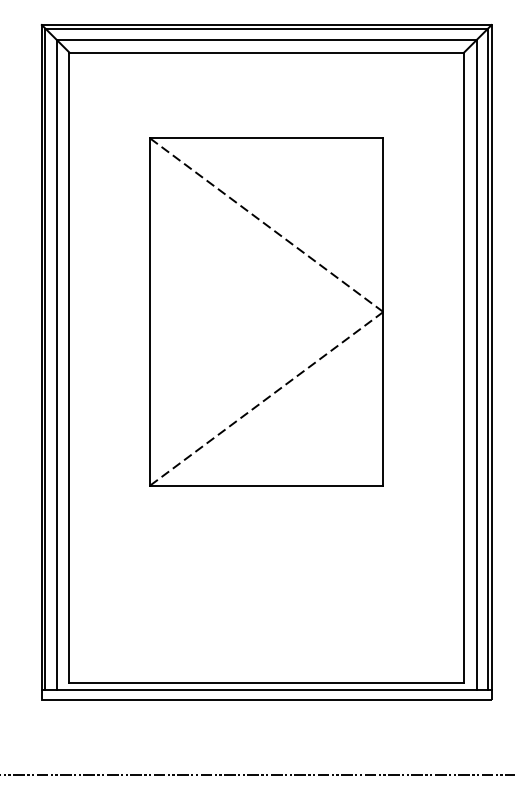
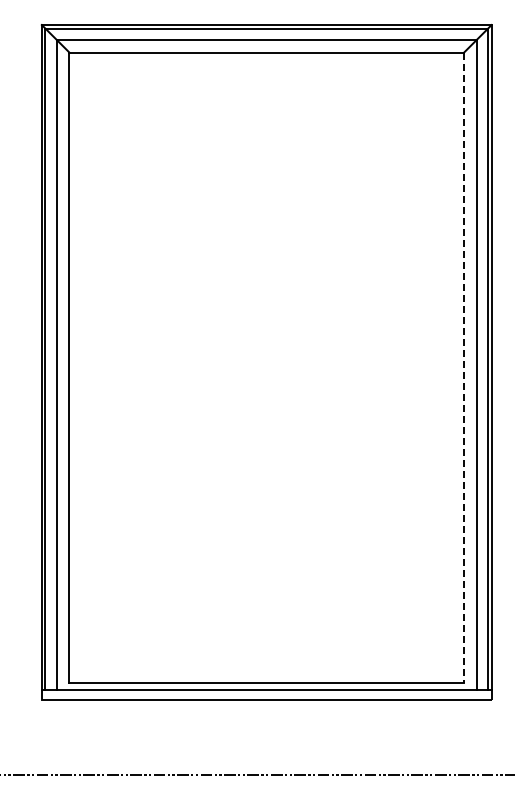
part at (266, 311): present -> none
line at (464, 368): solid -> dashed
